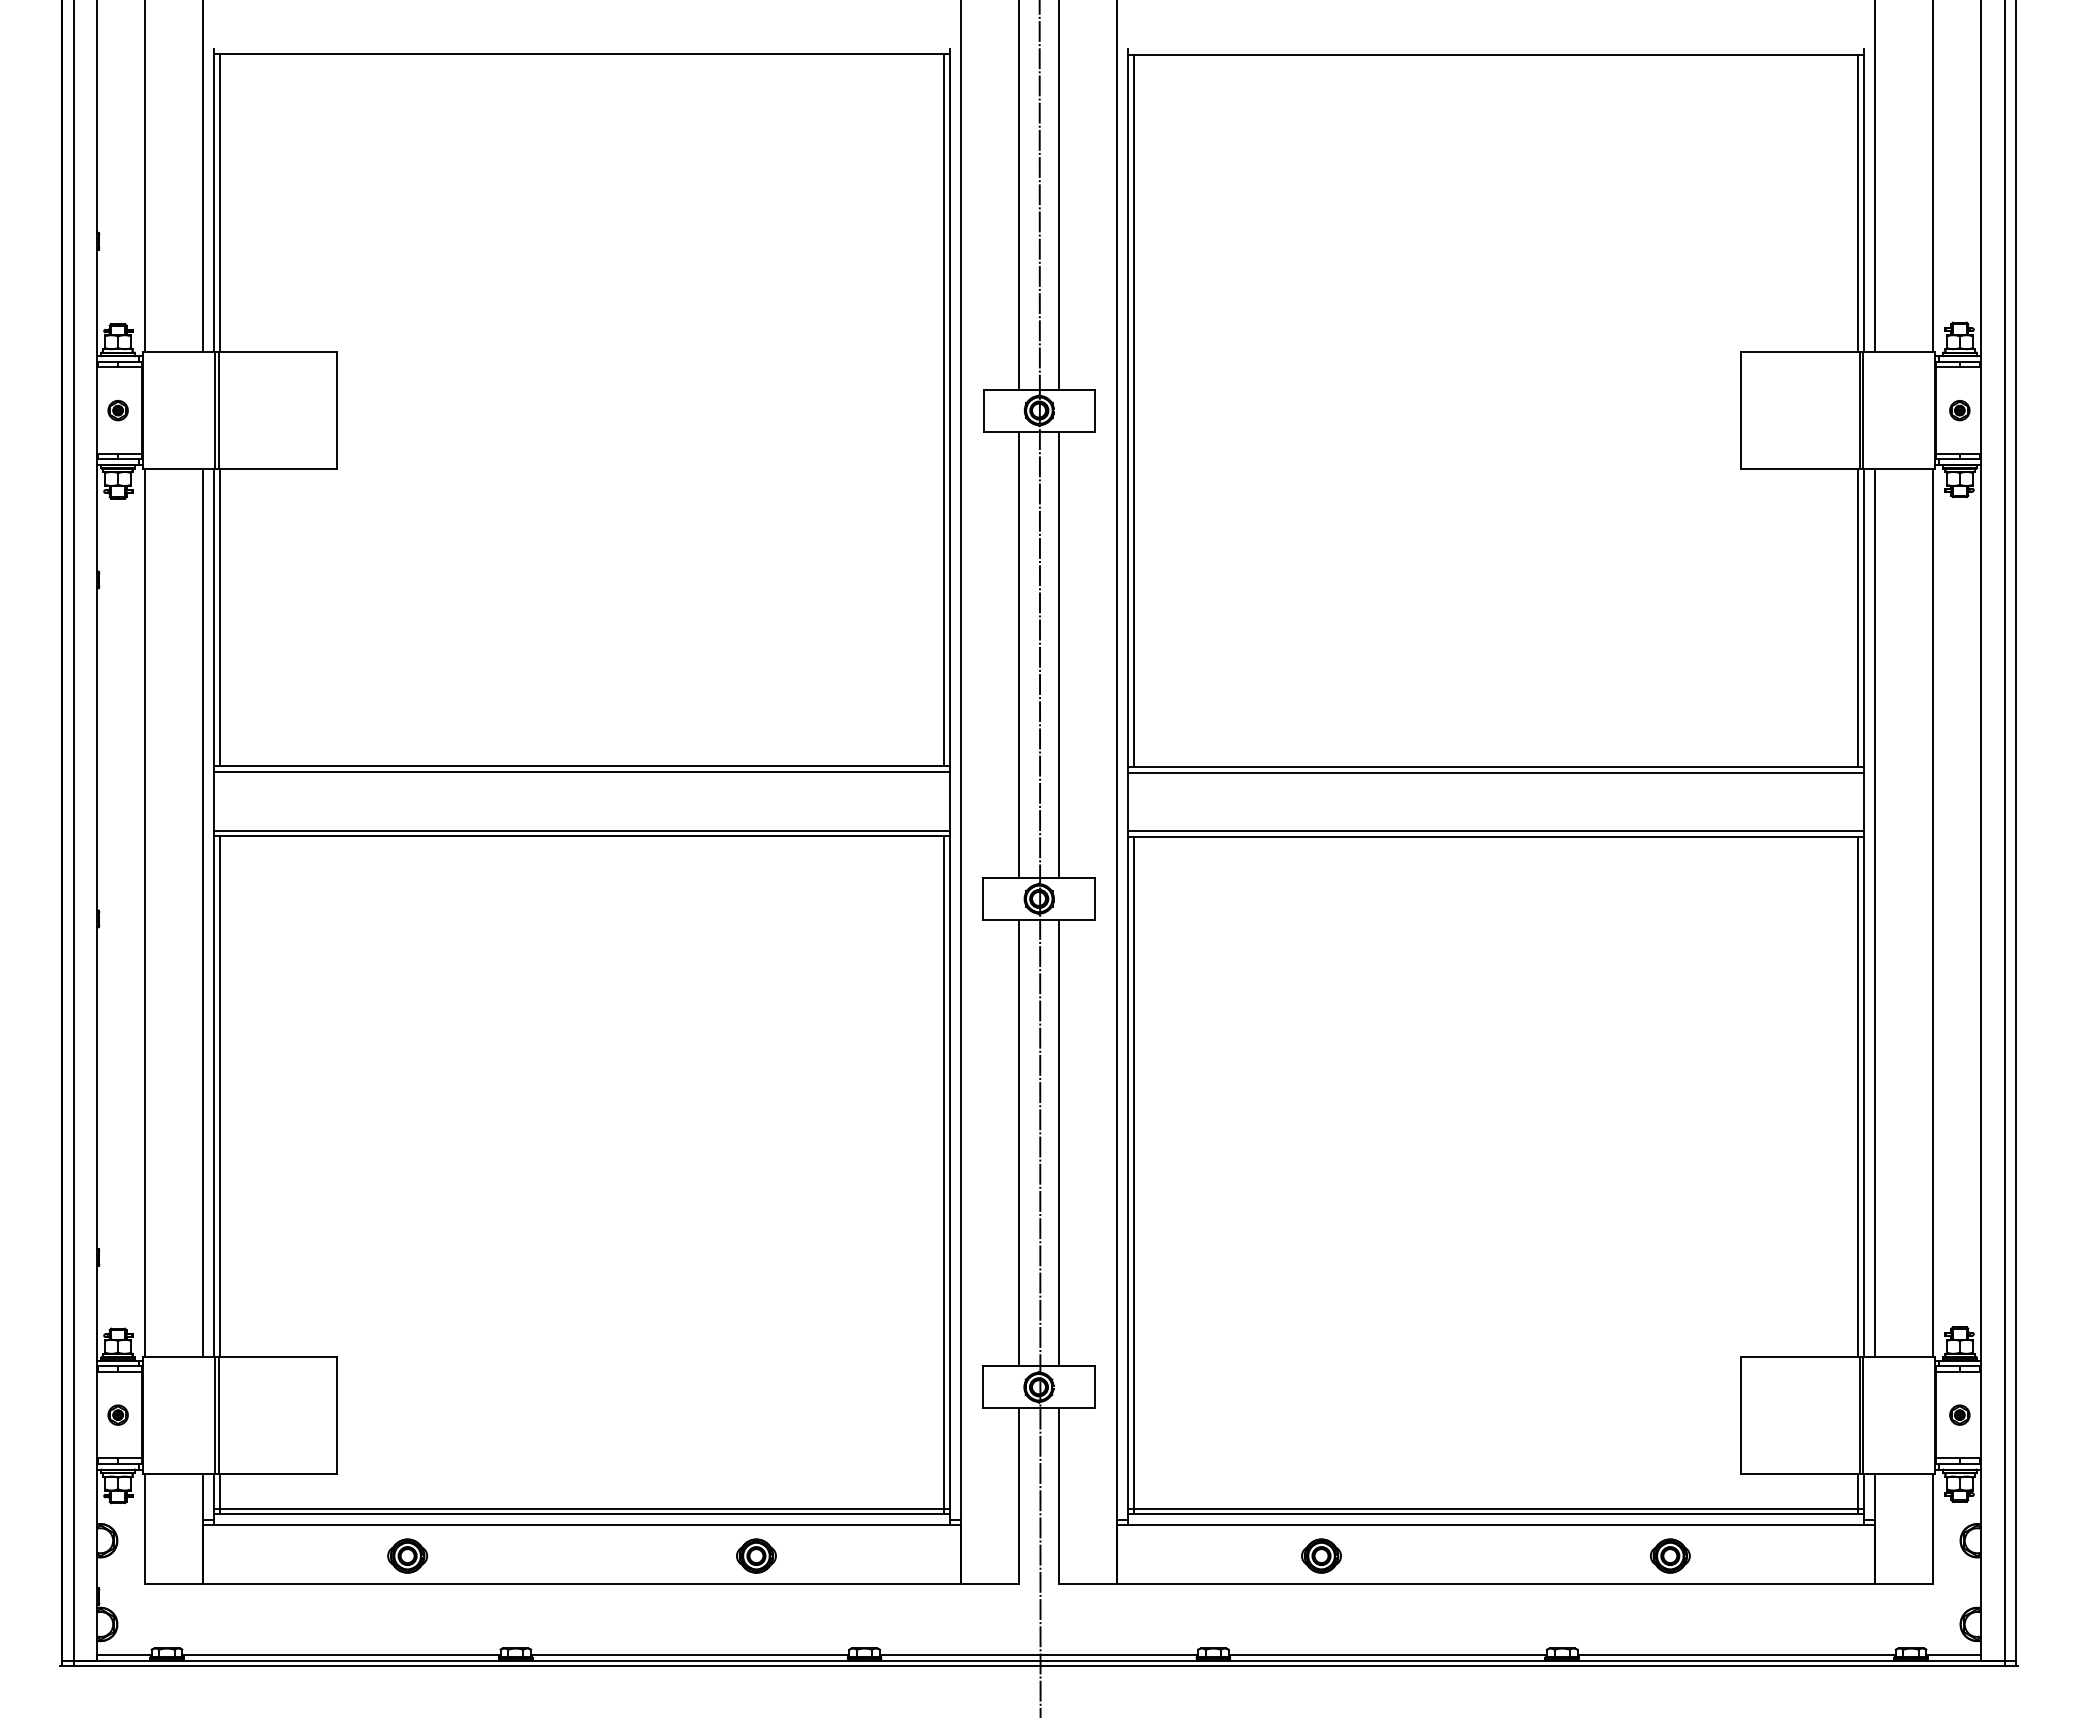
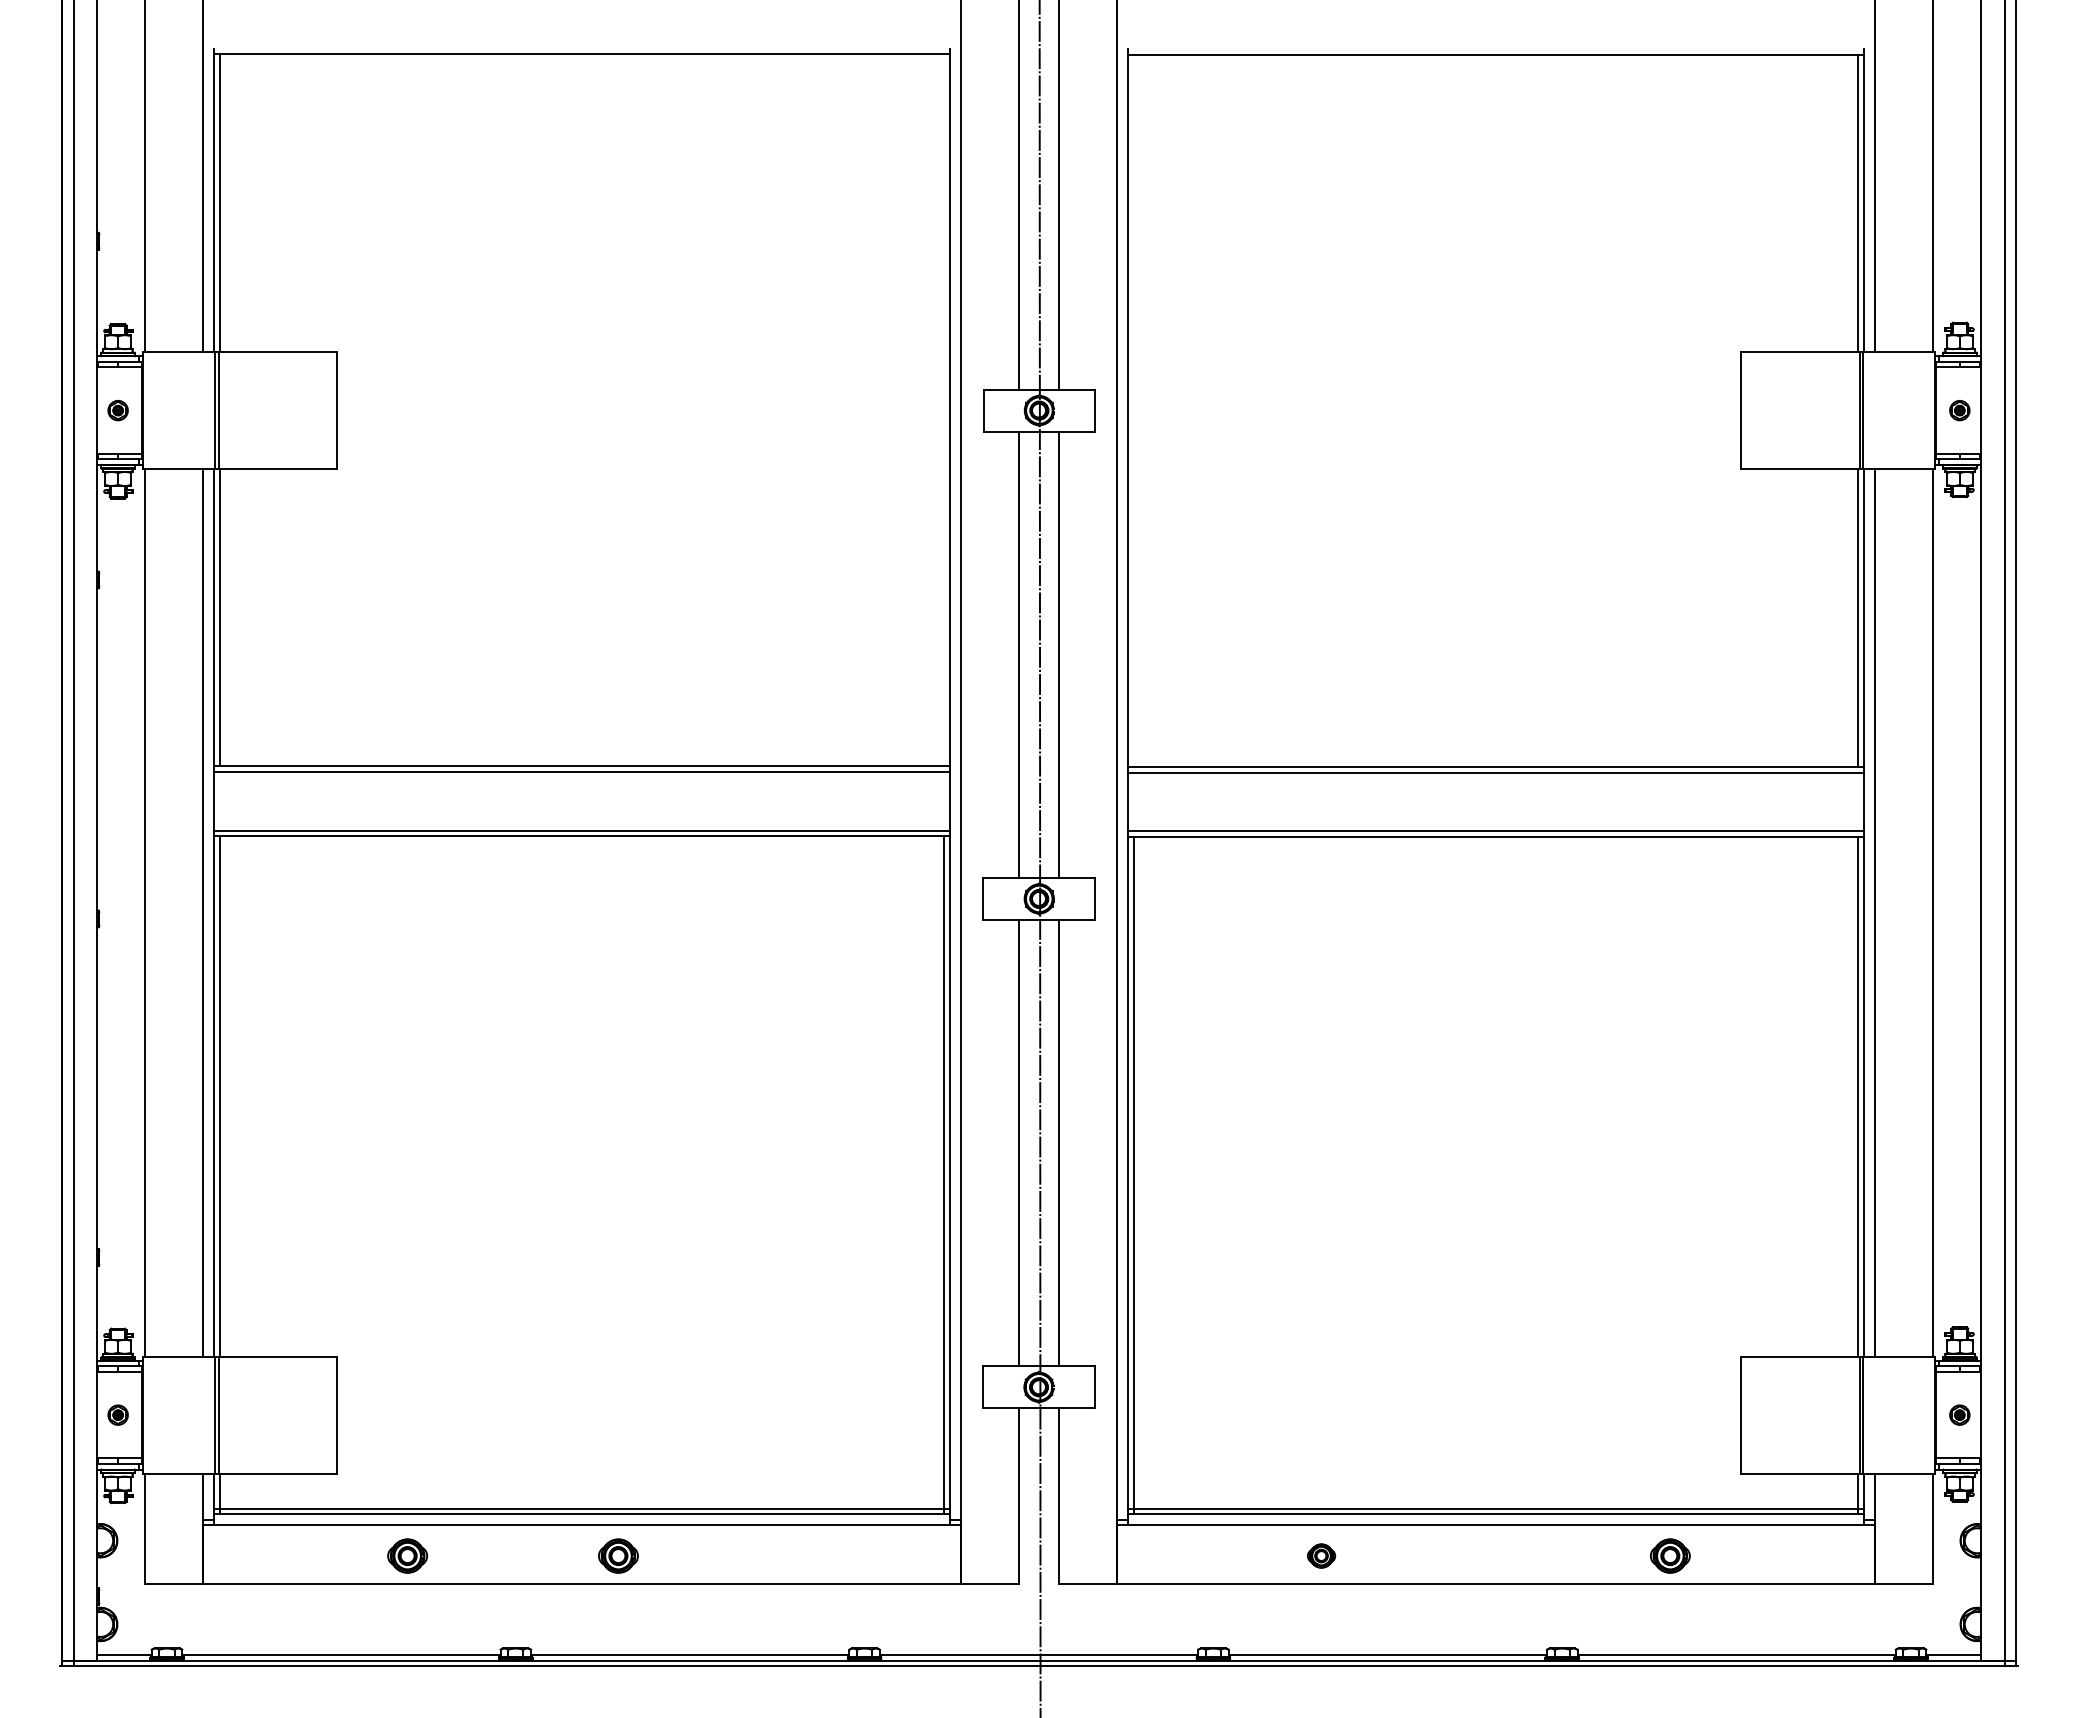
line at (944, 410): present -> none
line at (1133, 410): present -> none
part at (756, 1555) position: (756, 1555) -> (618, 1555)
part at (1321, 1555) size: 41x36 px -> 30x26 px
